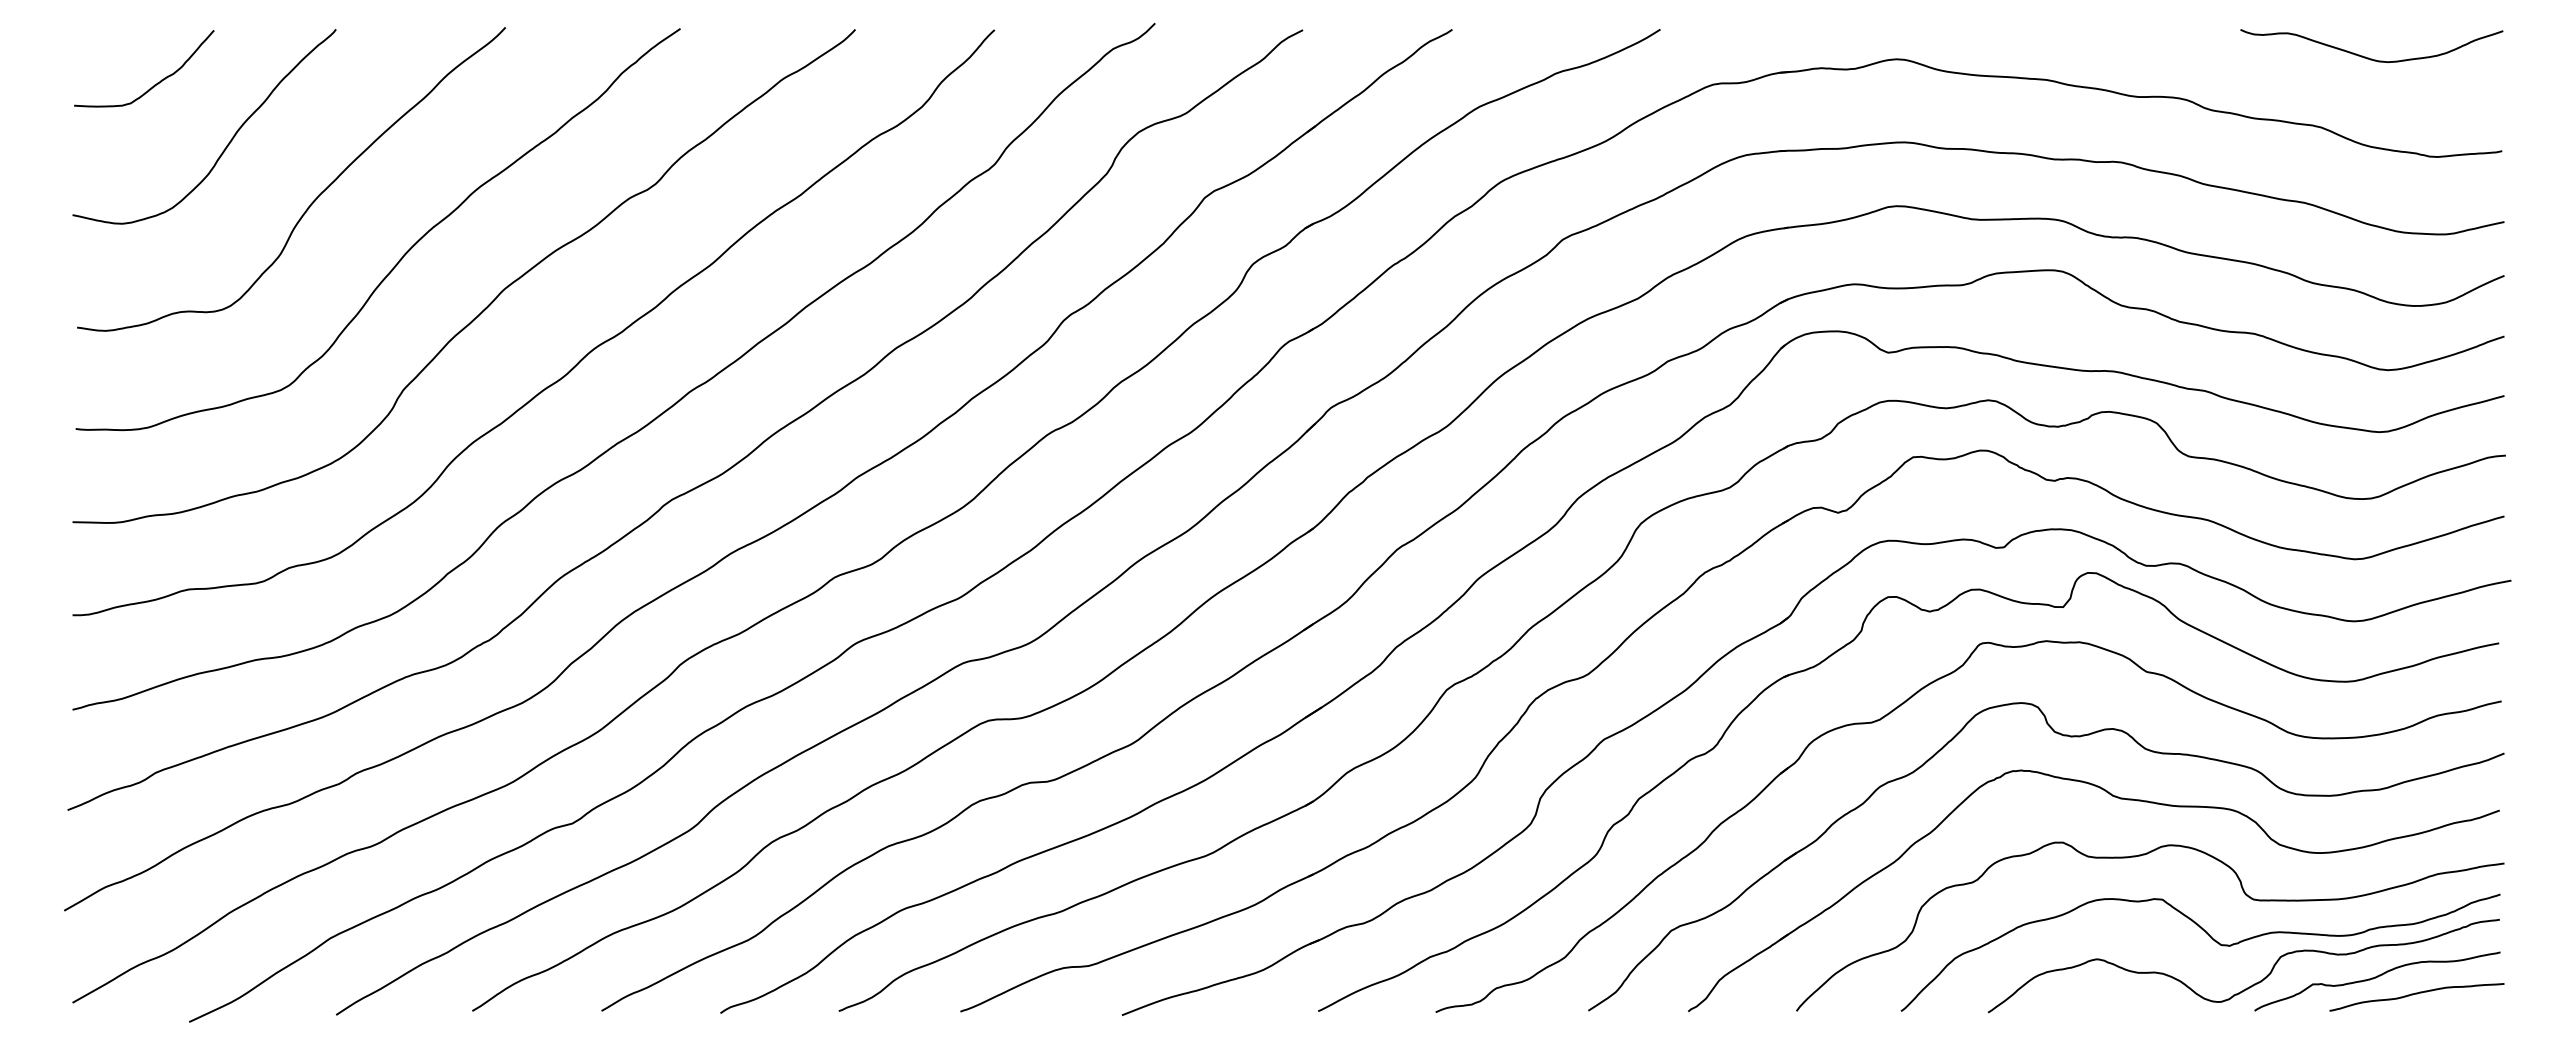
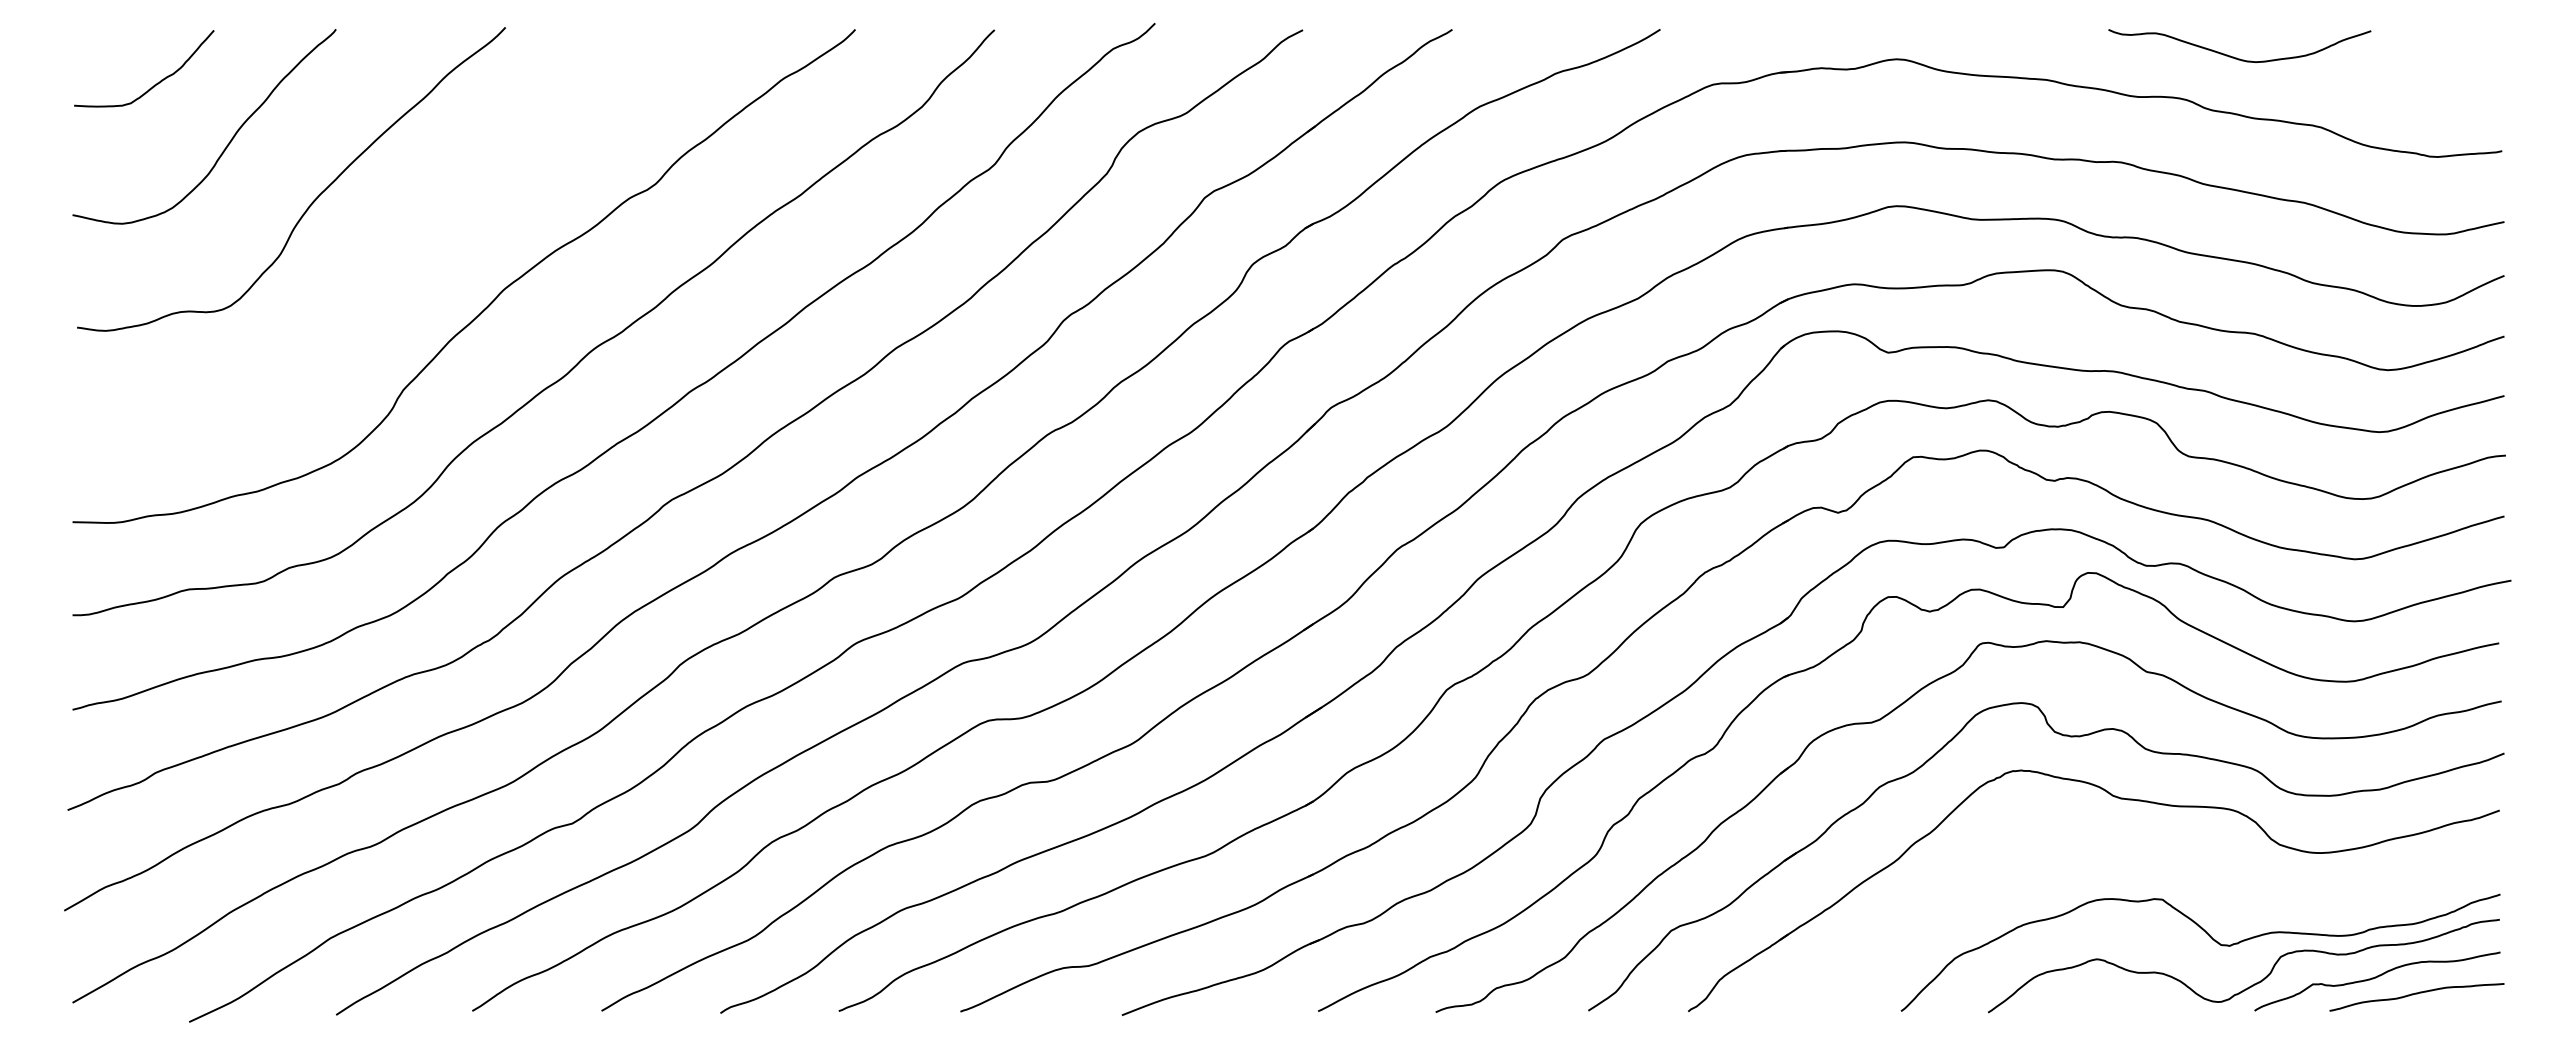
curve at (2368, 57) position: (2368, 57) -> (2236, 57)
curve at (403, 254): present -> none
curve at (2135, 857): present -> none
